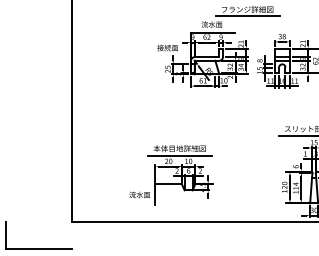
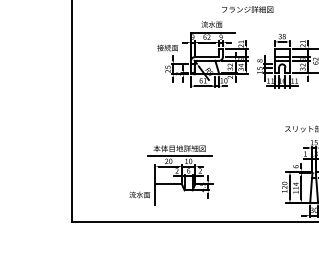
line at (247, 16): present -> none
line at (297, 135): present -> none
part at (38, 248): present -> none
